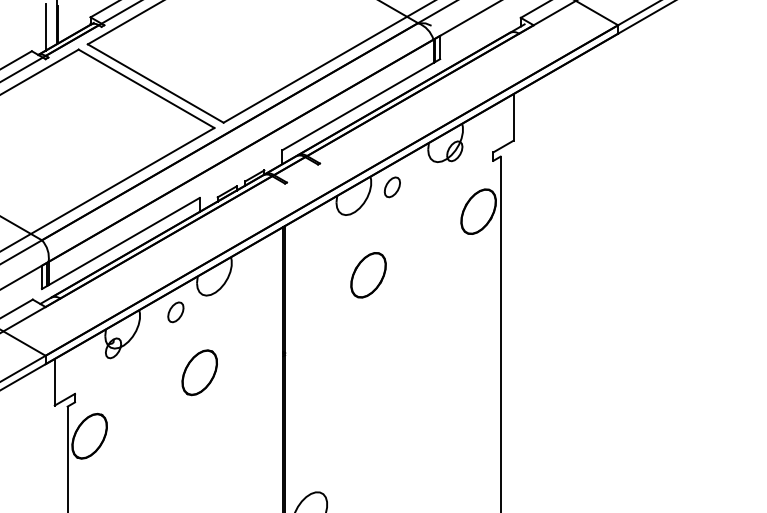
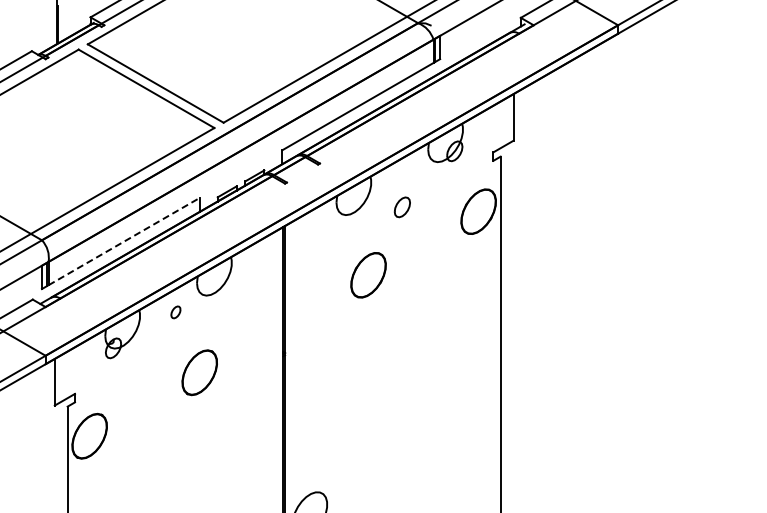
line at (45, 27): present -> none
part at (391, 187) position: (391, 187) -> (401, 207)
line at (124, 241): solid -> dashed
part at (175, 312) size: 18x23 px -> 12x15 px
